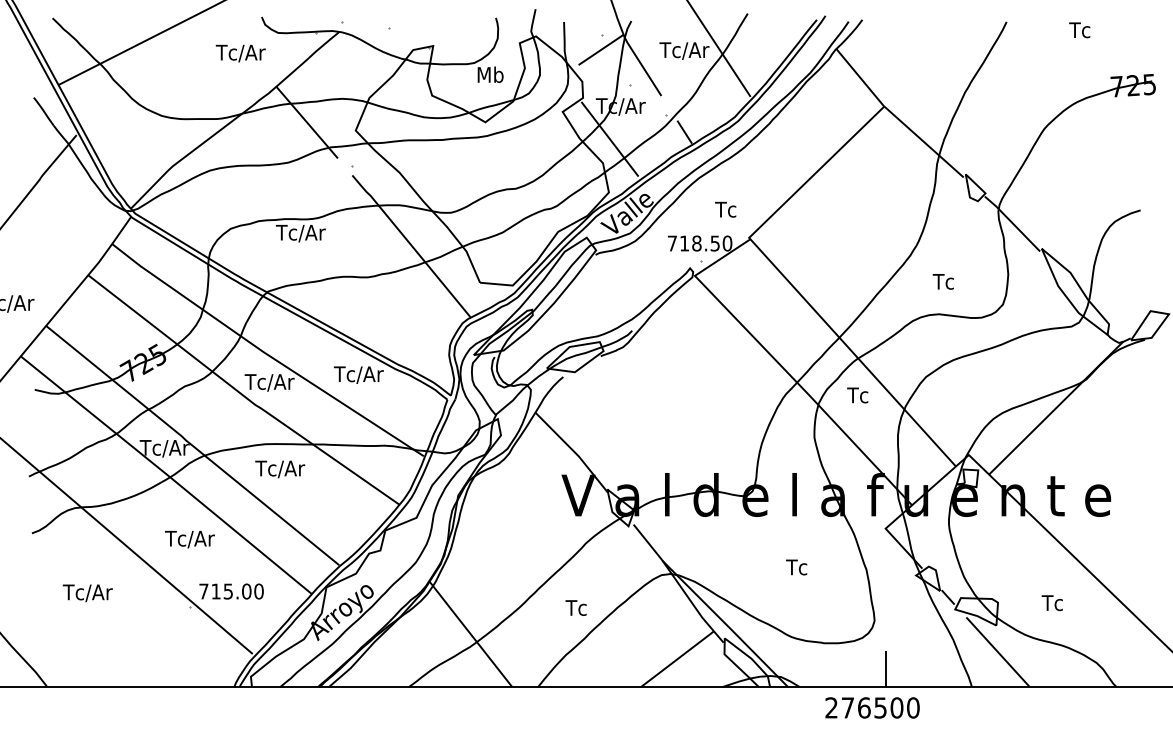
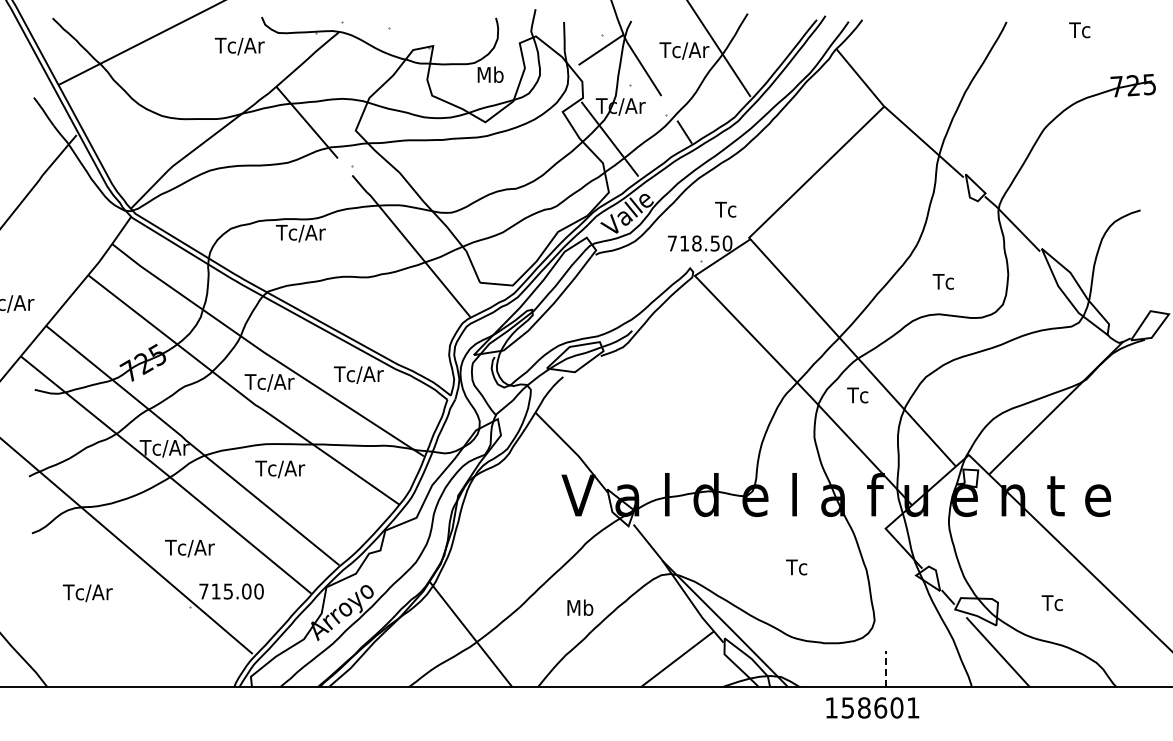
text at (240, 53) position: (240, 53) -> (239, 46)
text at (189, 539) position: (189, 539) -> (189, 548)
text at (579, 607): Tc -> Mb
line at (885, 668): solid -> dashed
text at (872, 707): 276500 -> 158601
